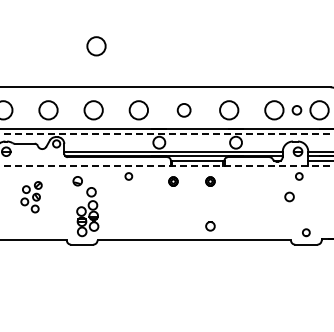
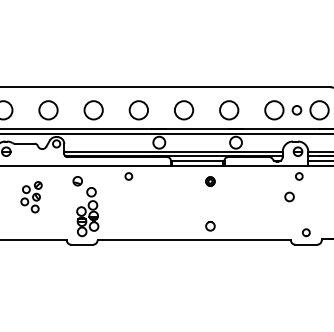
circle at (96, 46): present -> none
circle at (183, 110) size: 16x15 px -> 21x21 px
line at (167, 133): dashed -> solid
line at (167, 166): dashed -> solid
part at (173, 181): present -> none
